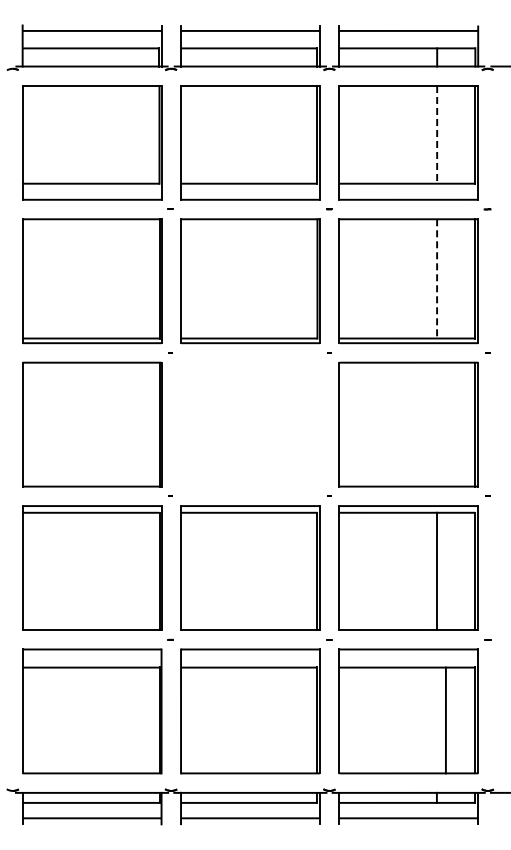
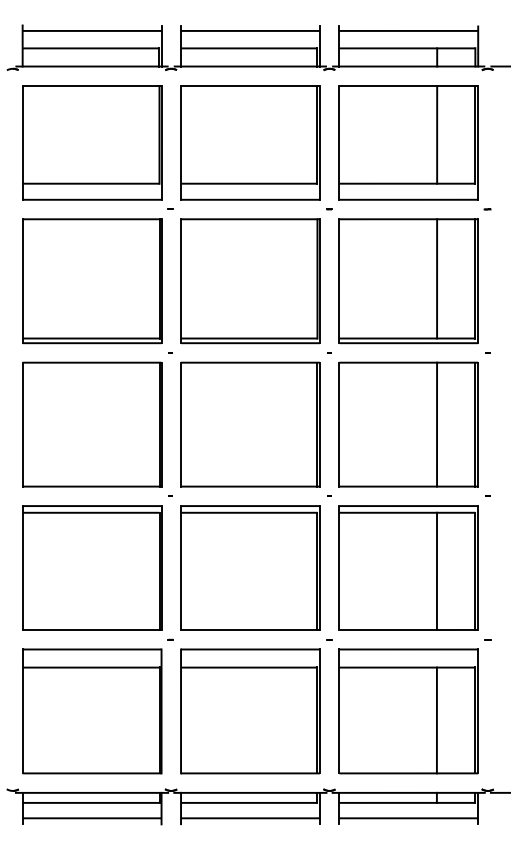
line at (437, 134): dashed -> solid
line at (437, 278): dashed -> solid
part at (250, 424): none -> present
line at (437, 424): none -> present
line at (445, 720) position: (445, 720) -> (436, 720)
